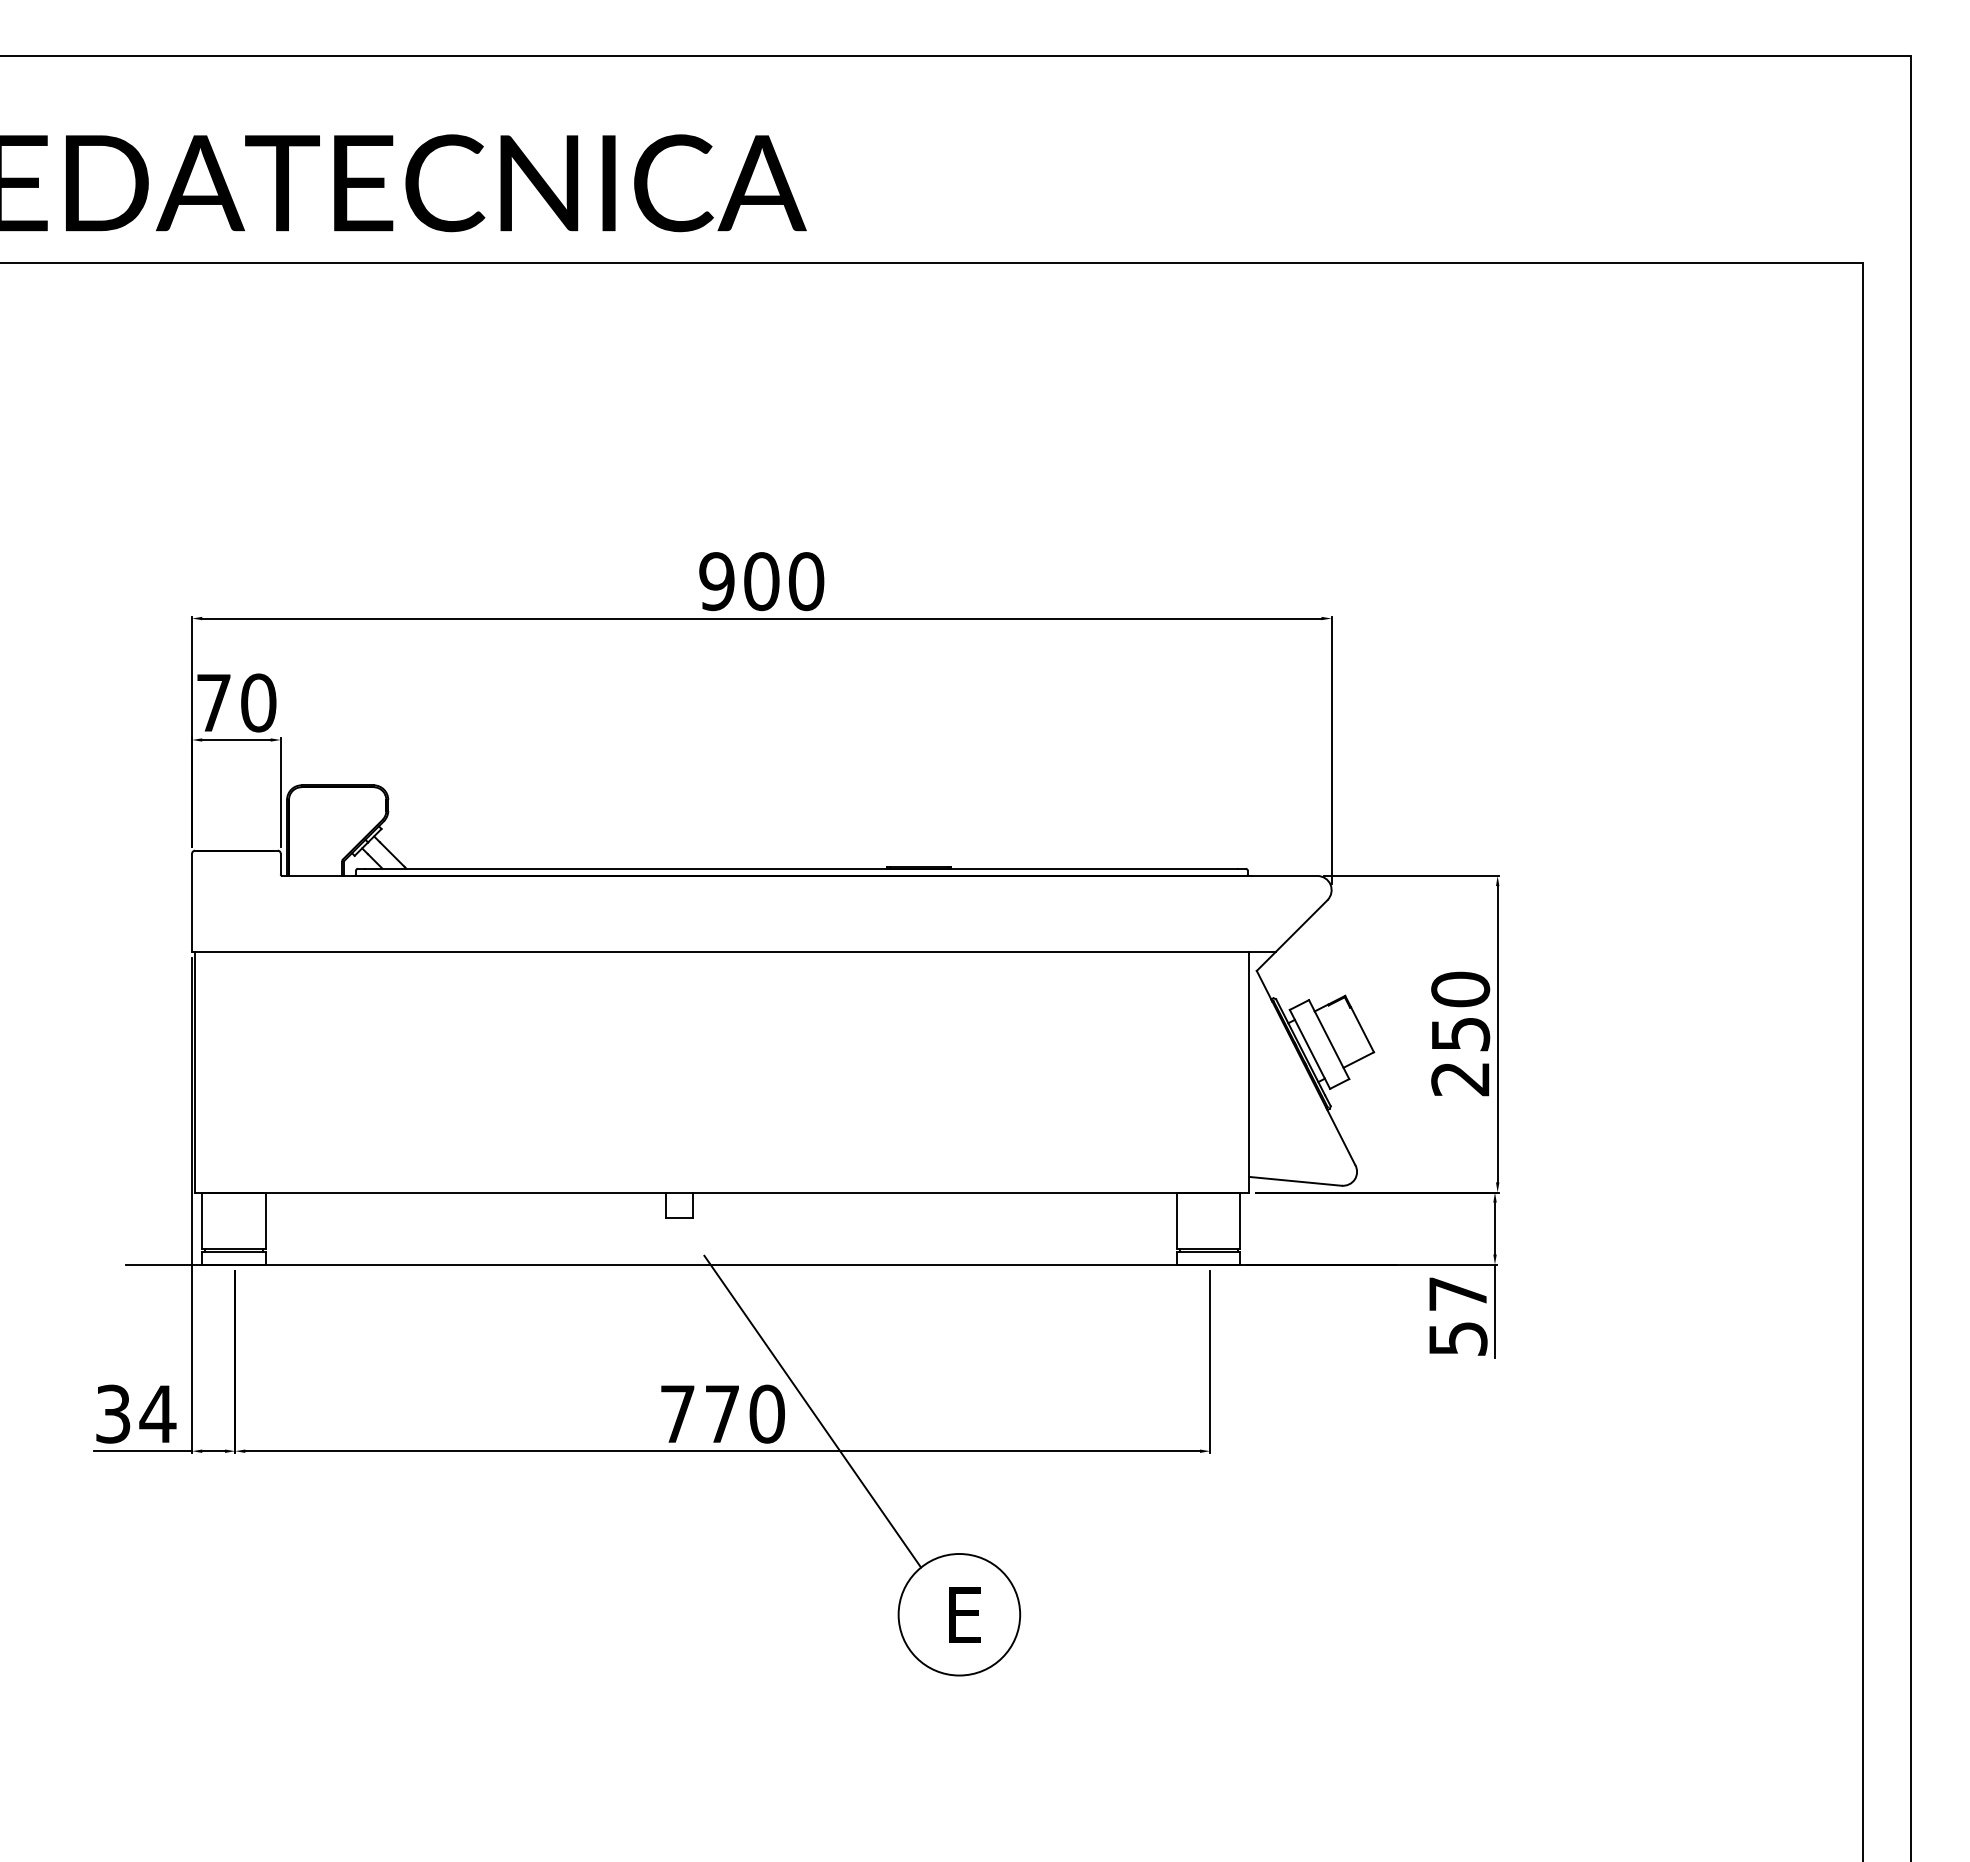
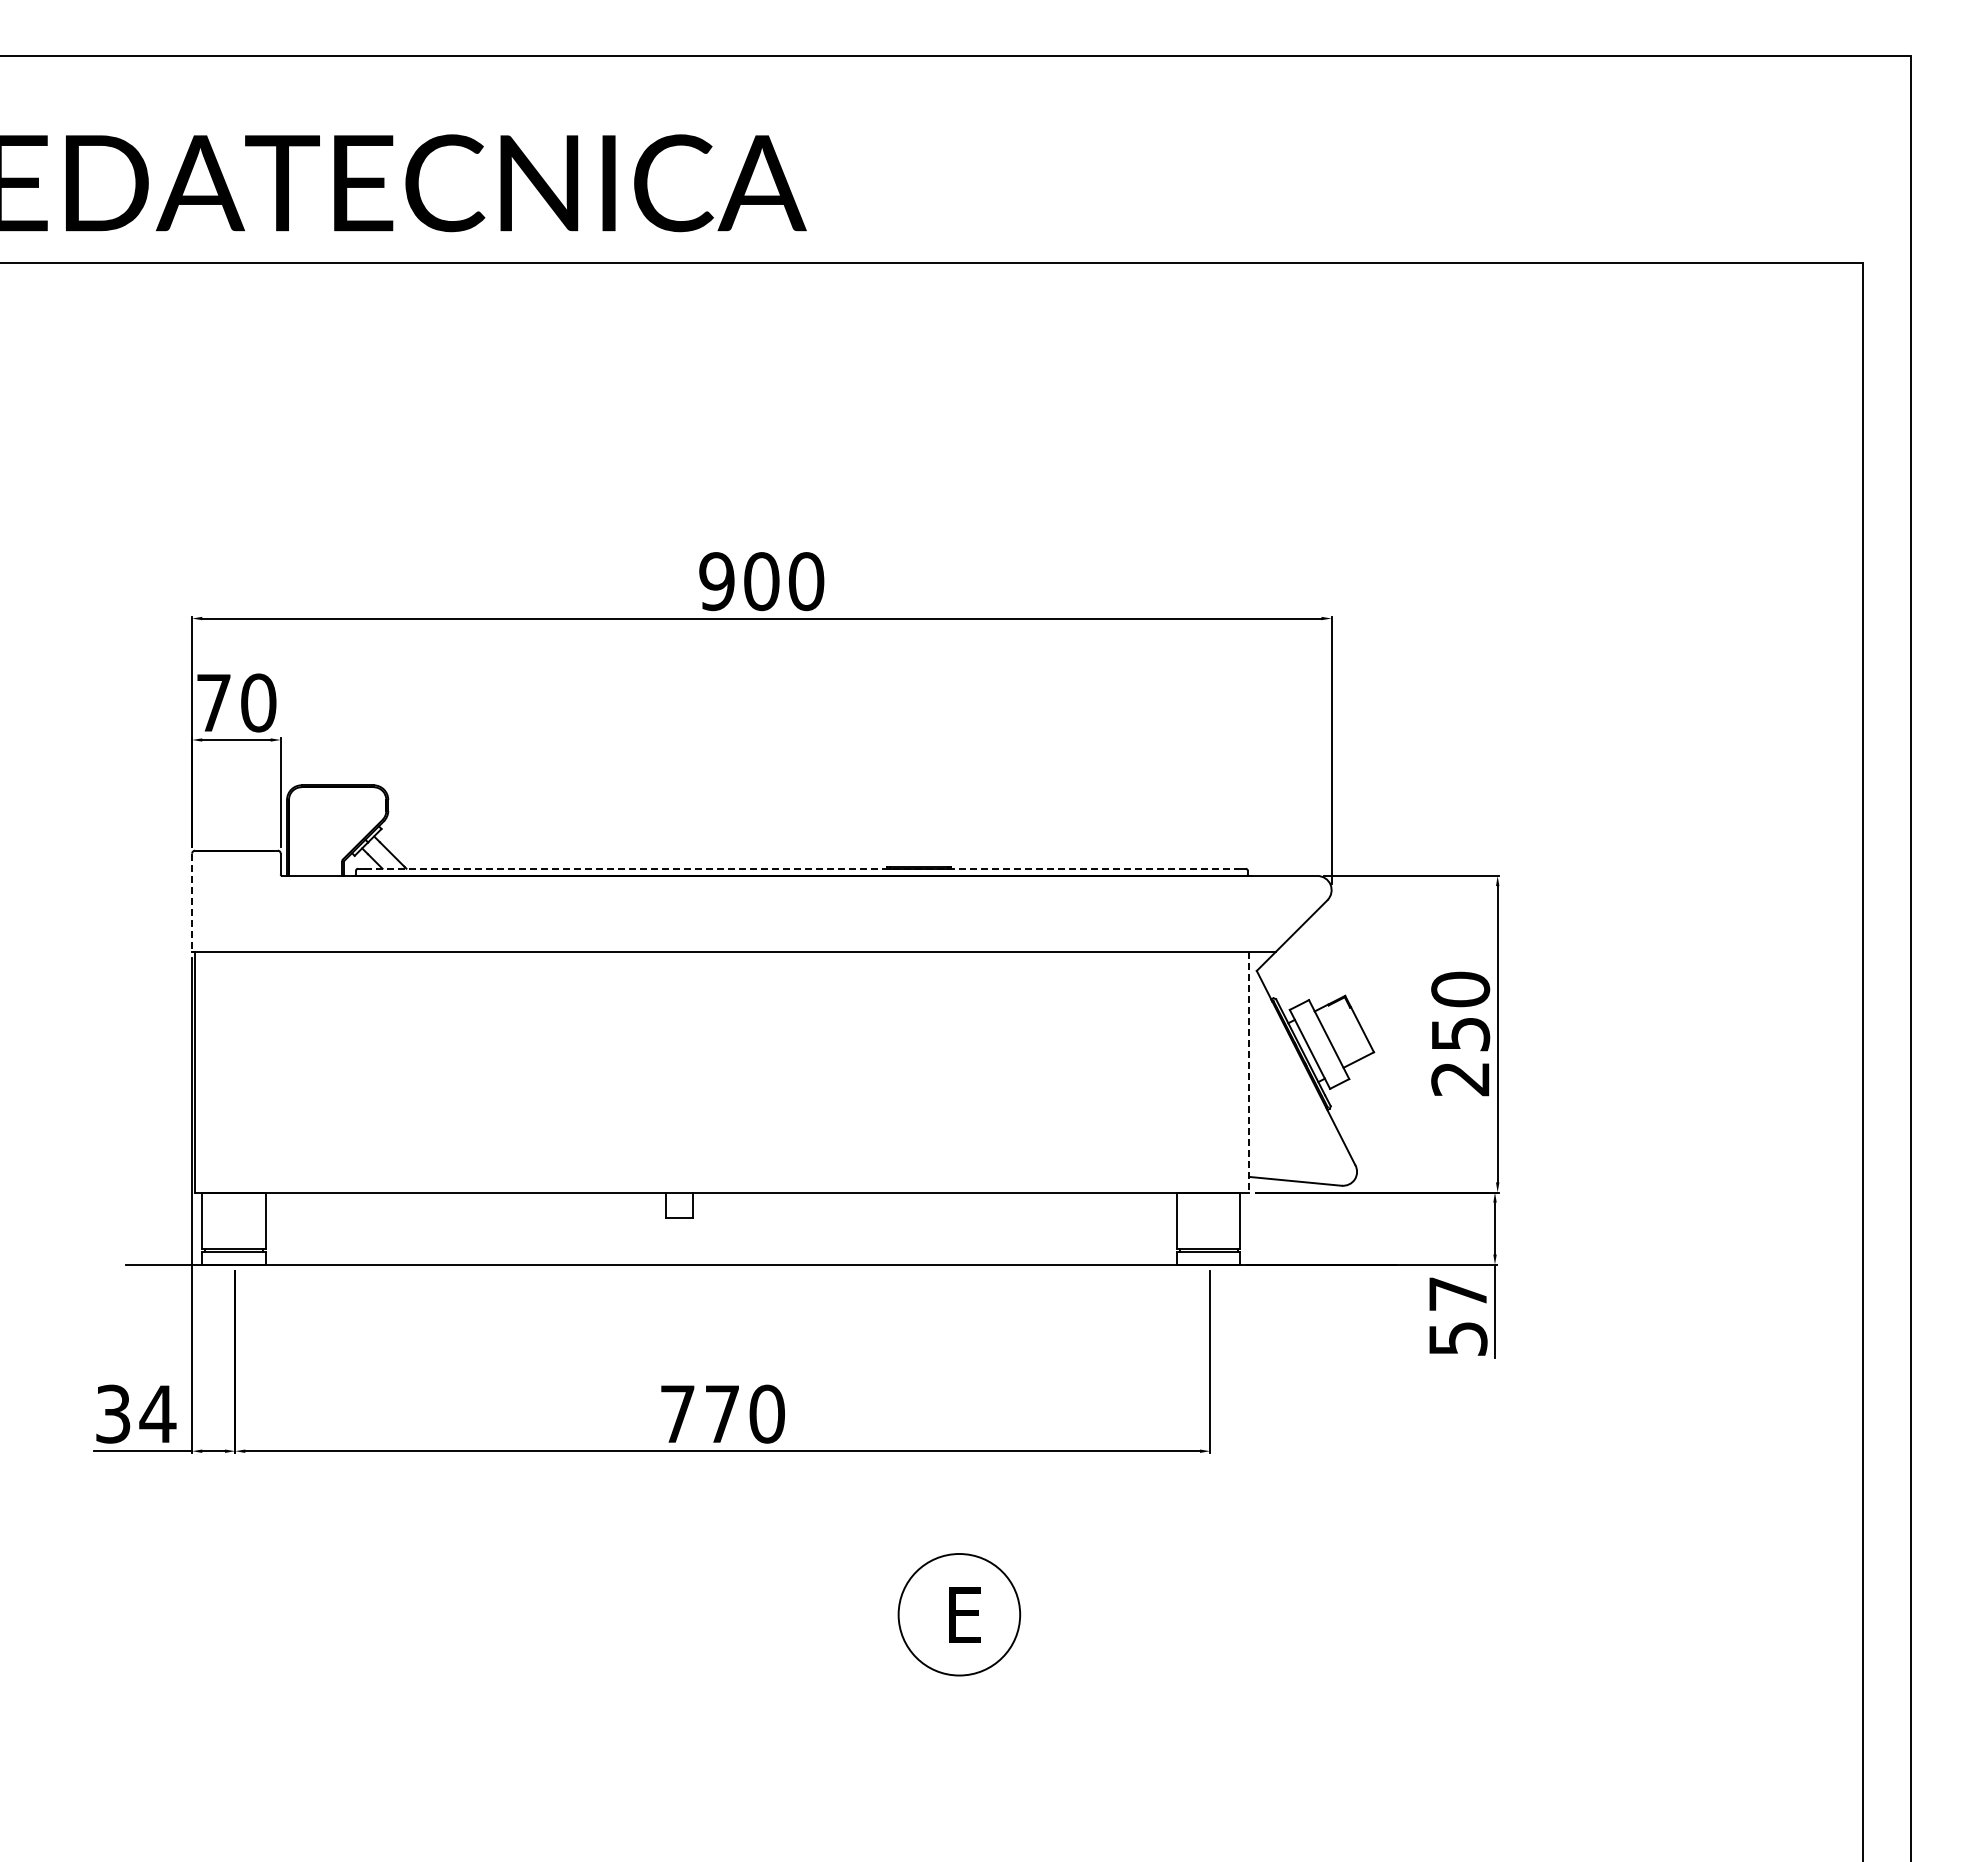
line at (802, 868): solid -> dashed
line at (192, 903): solid -> dashed
line at (1249, 1072): solid -> dashed
line at (812, 1411): present -> none
